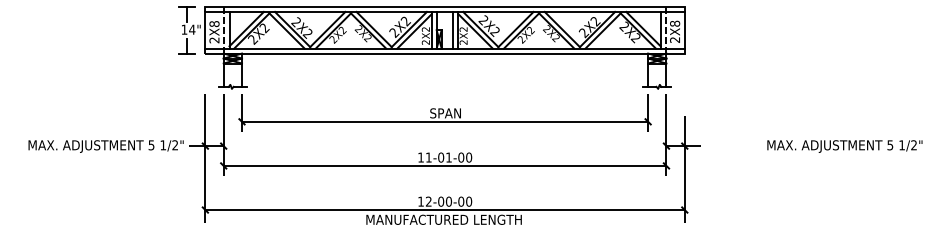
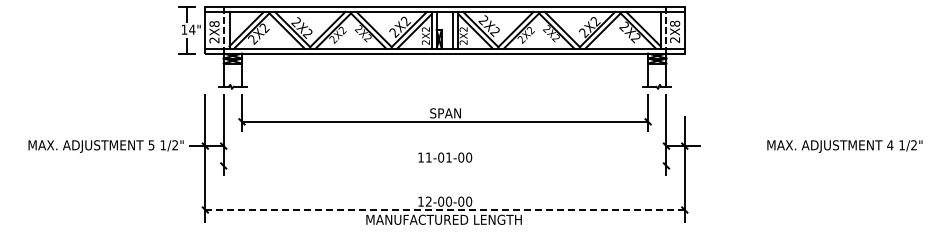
text at (890, 145): 5 -> 4
line at (444, 165): present -> none
line at (445, 210): solid -> dashed
